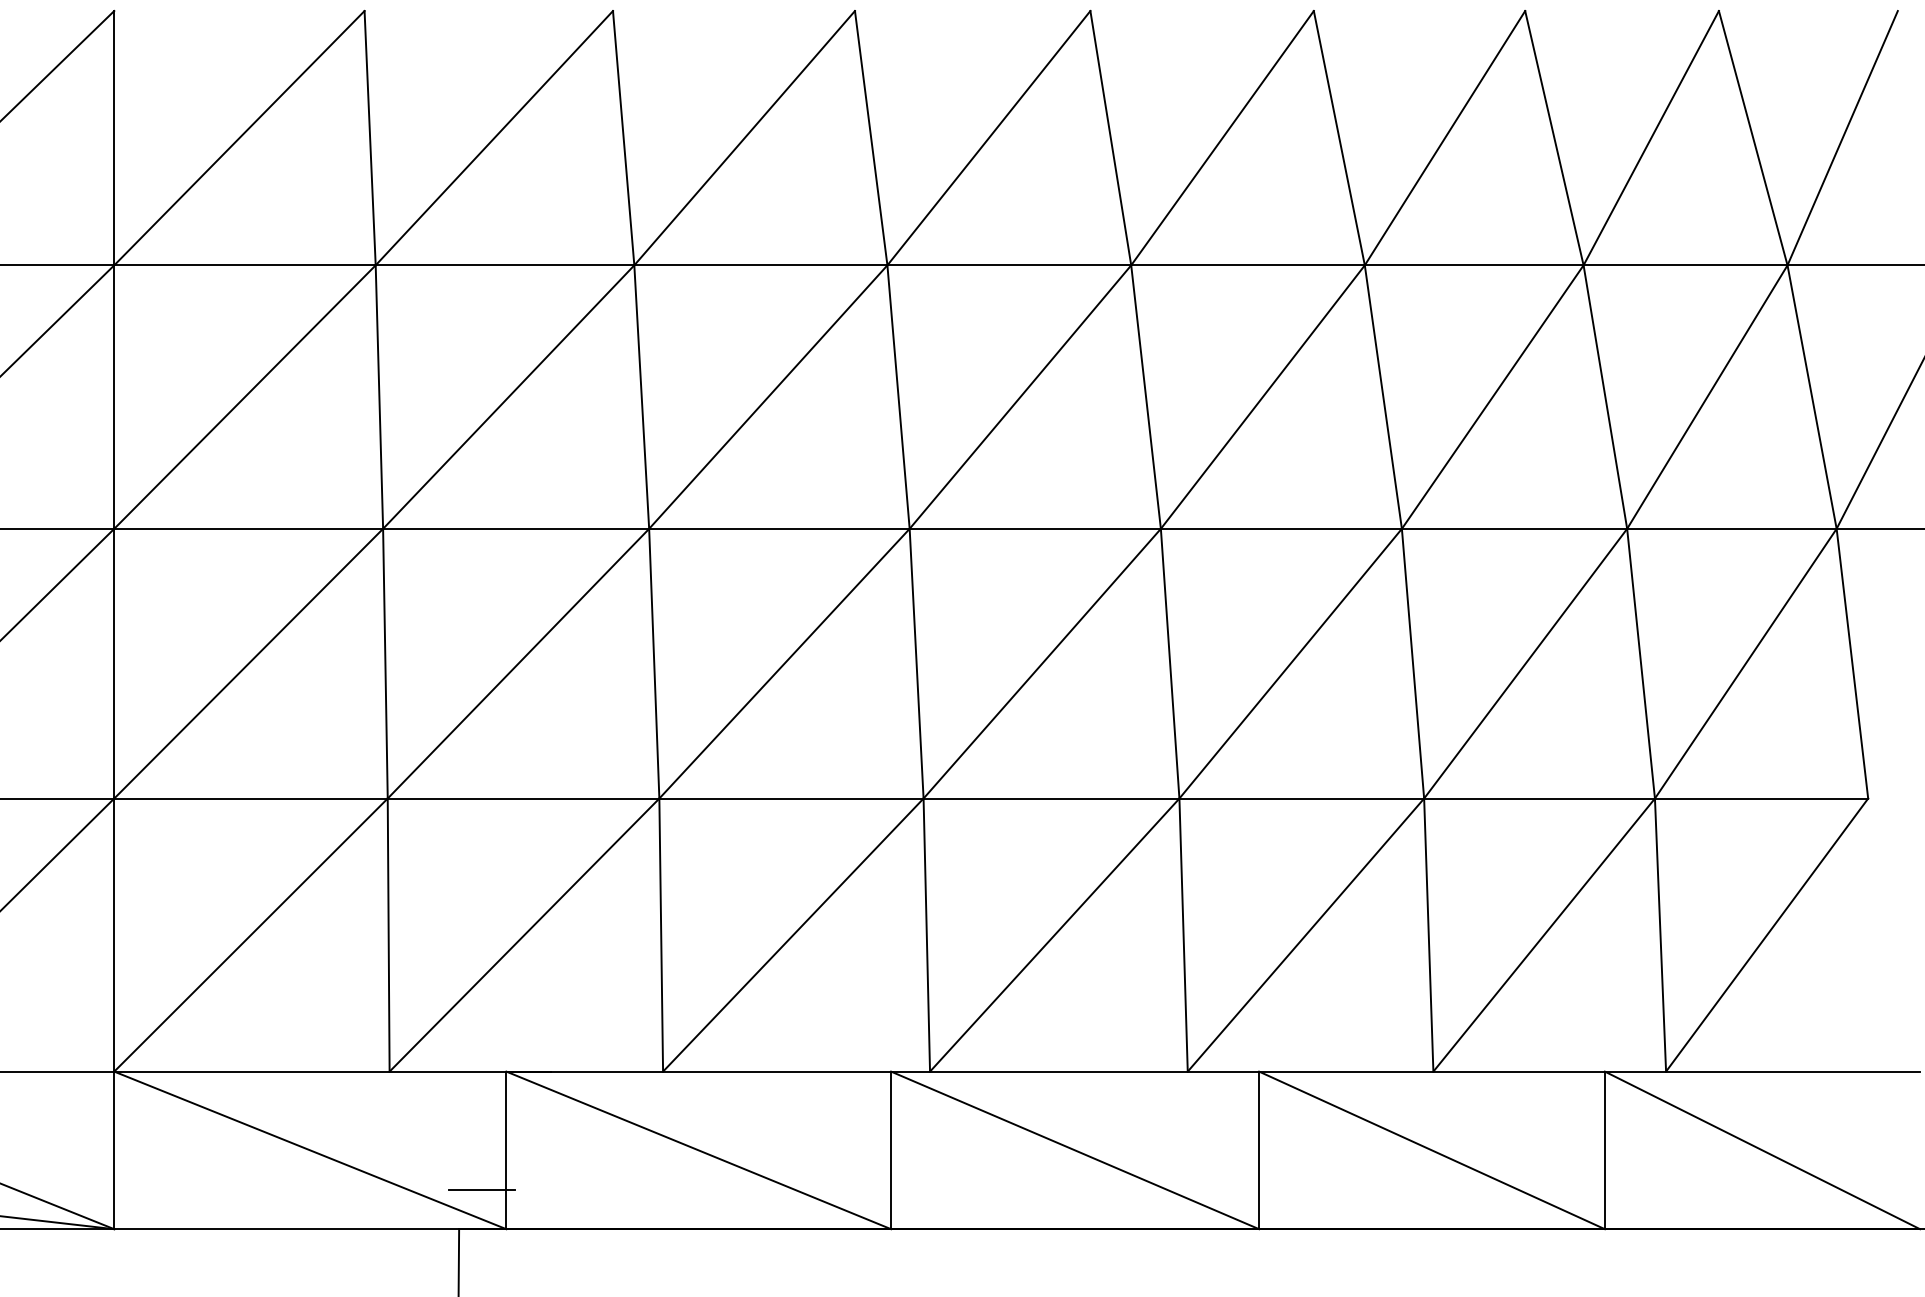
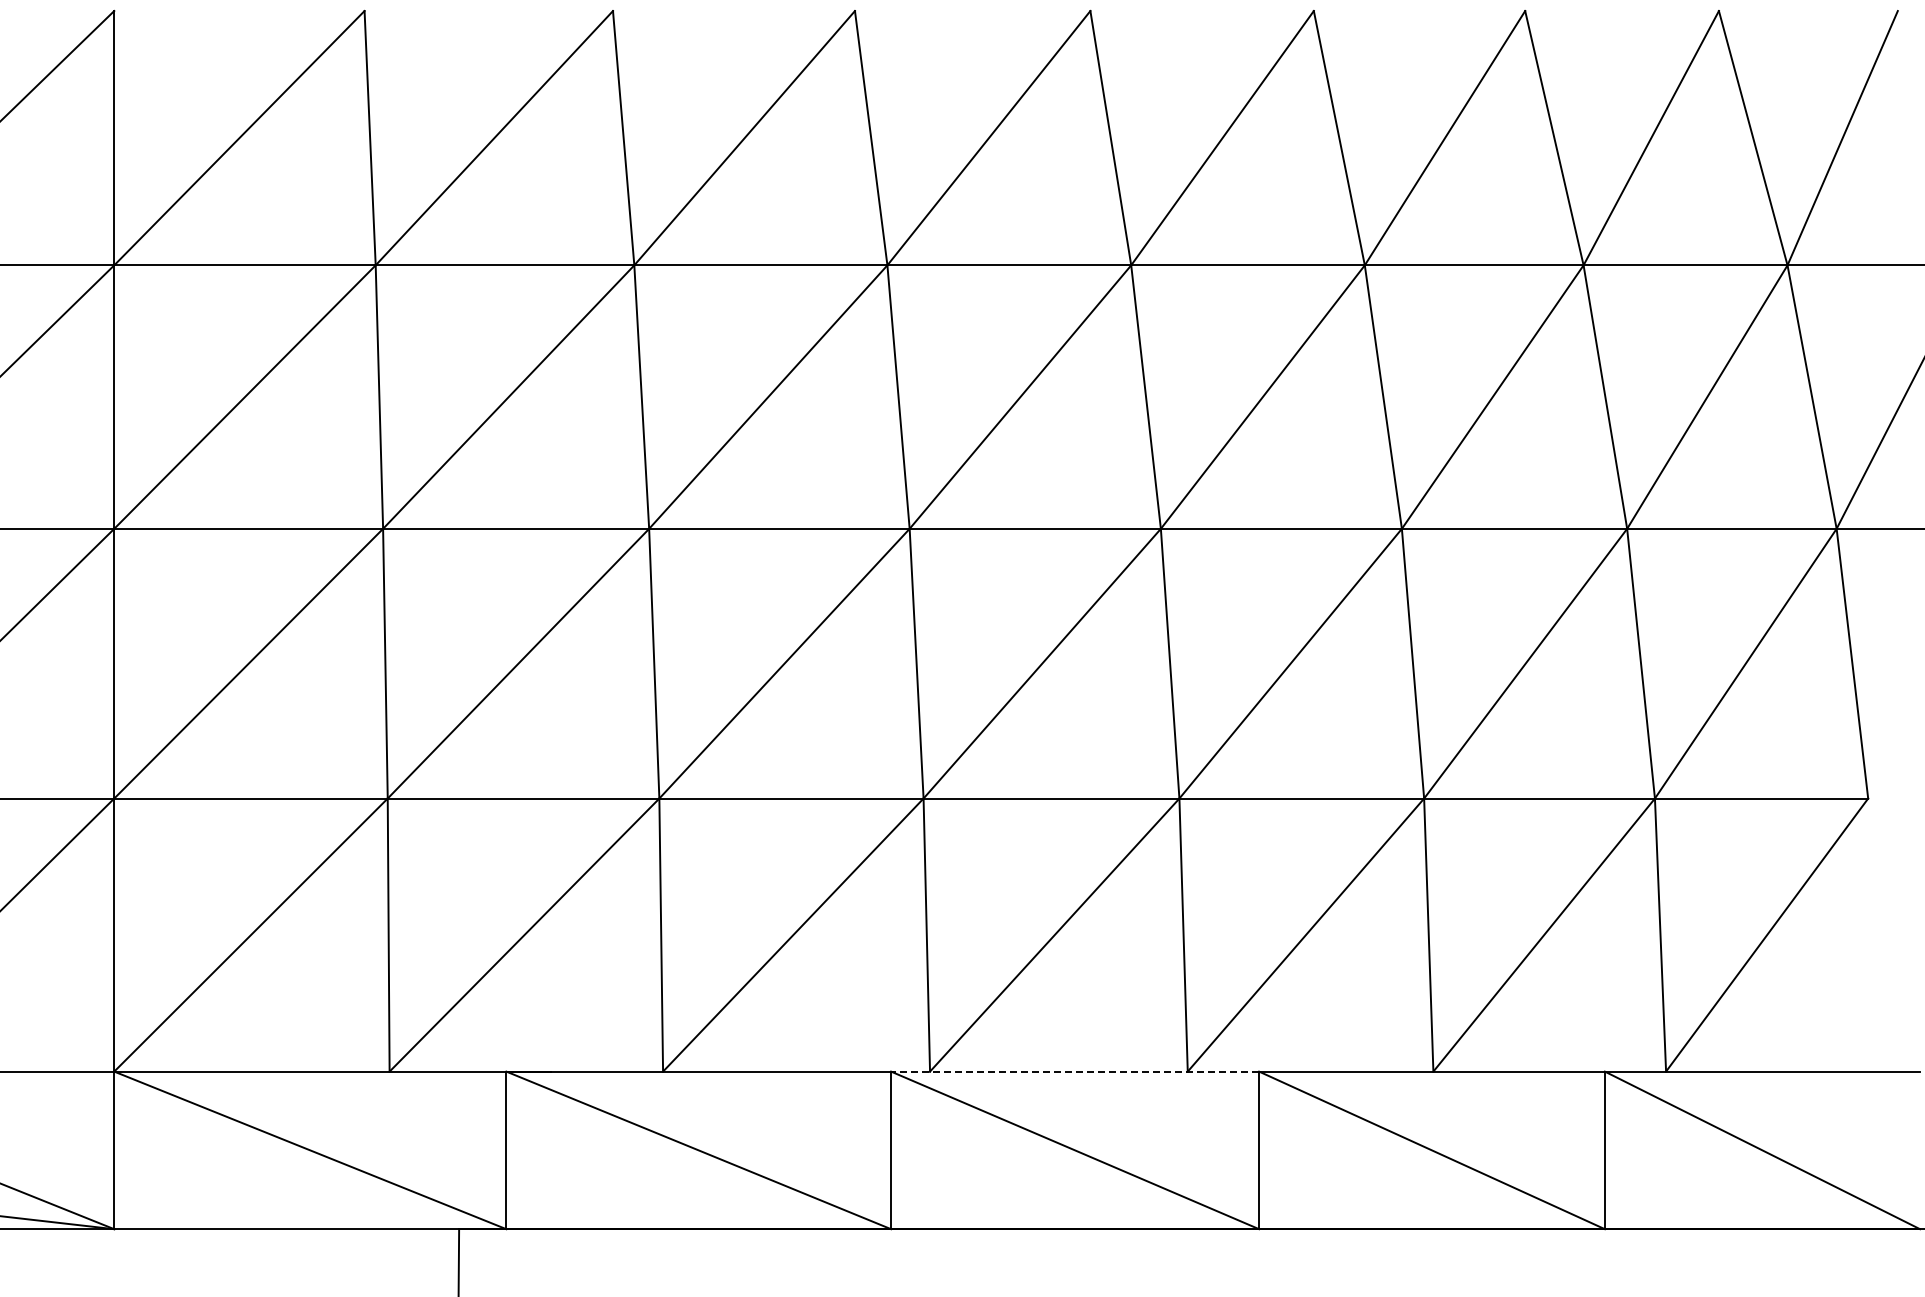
line at (1074, 1071): solid -> dashed
line at (481, 1189): present -> none
